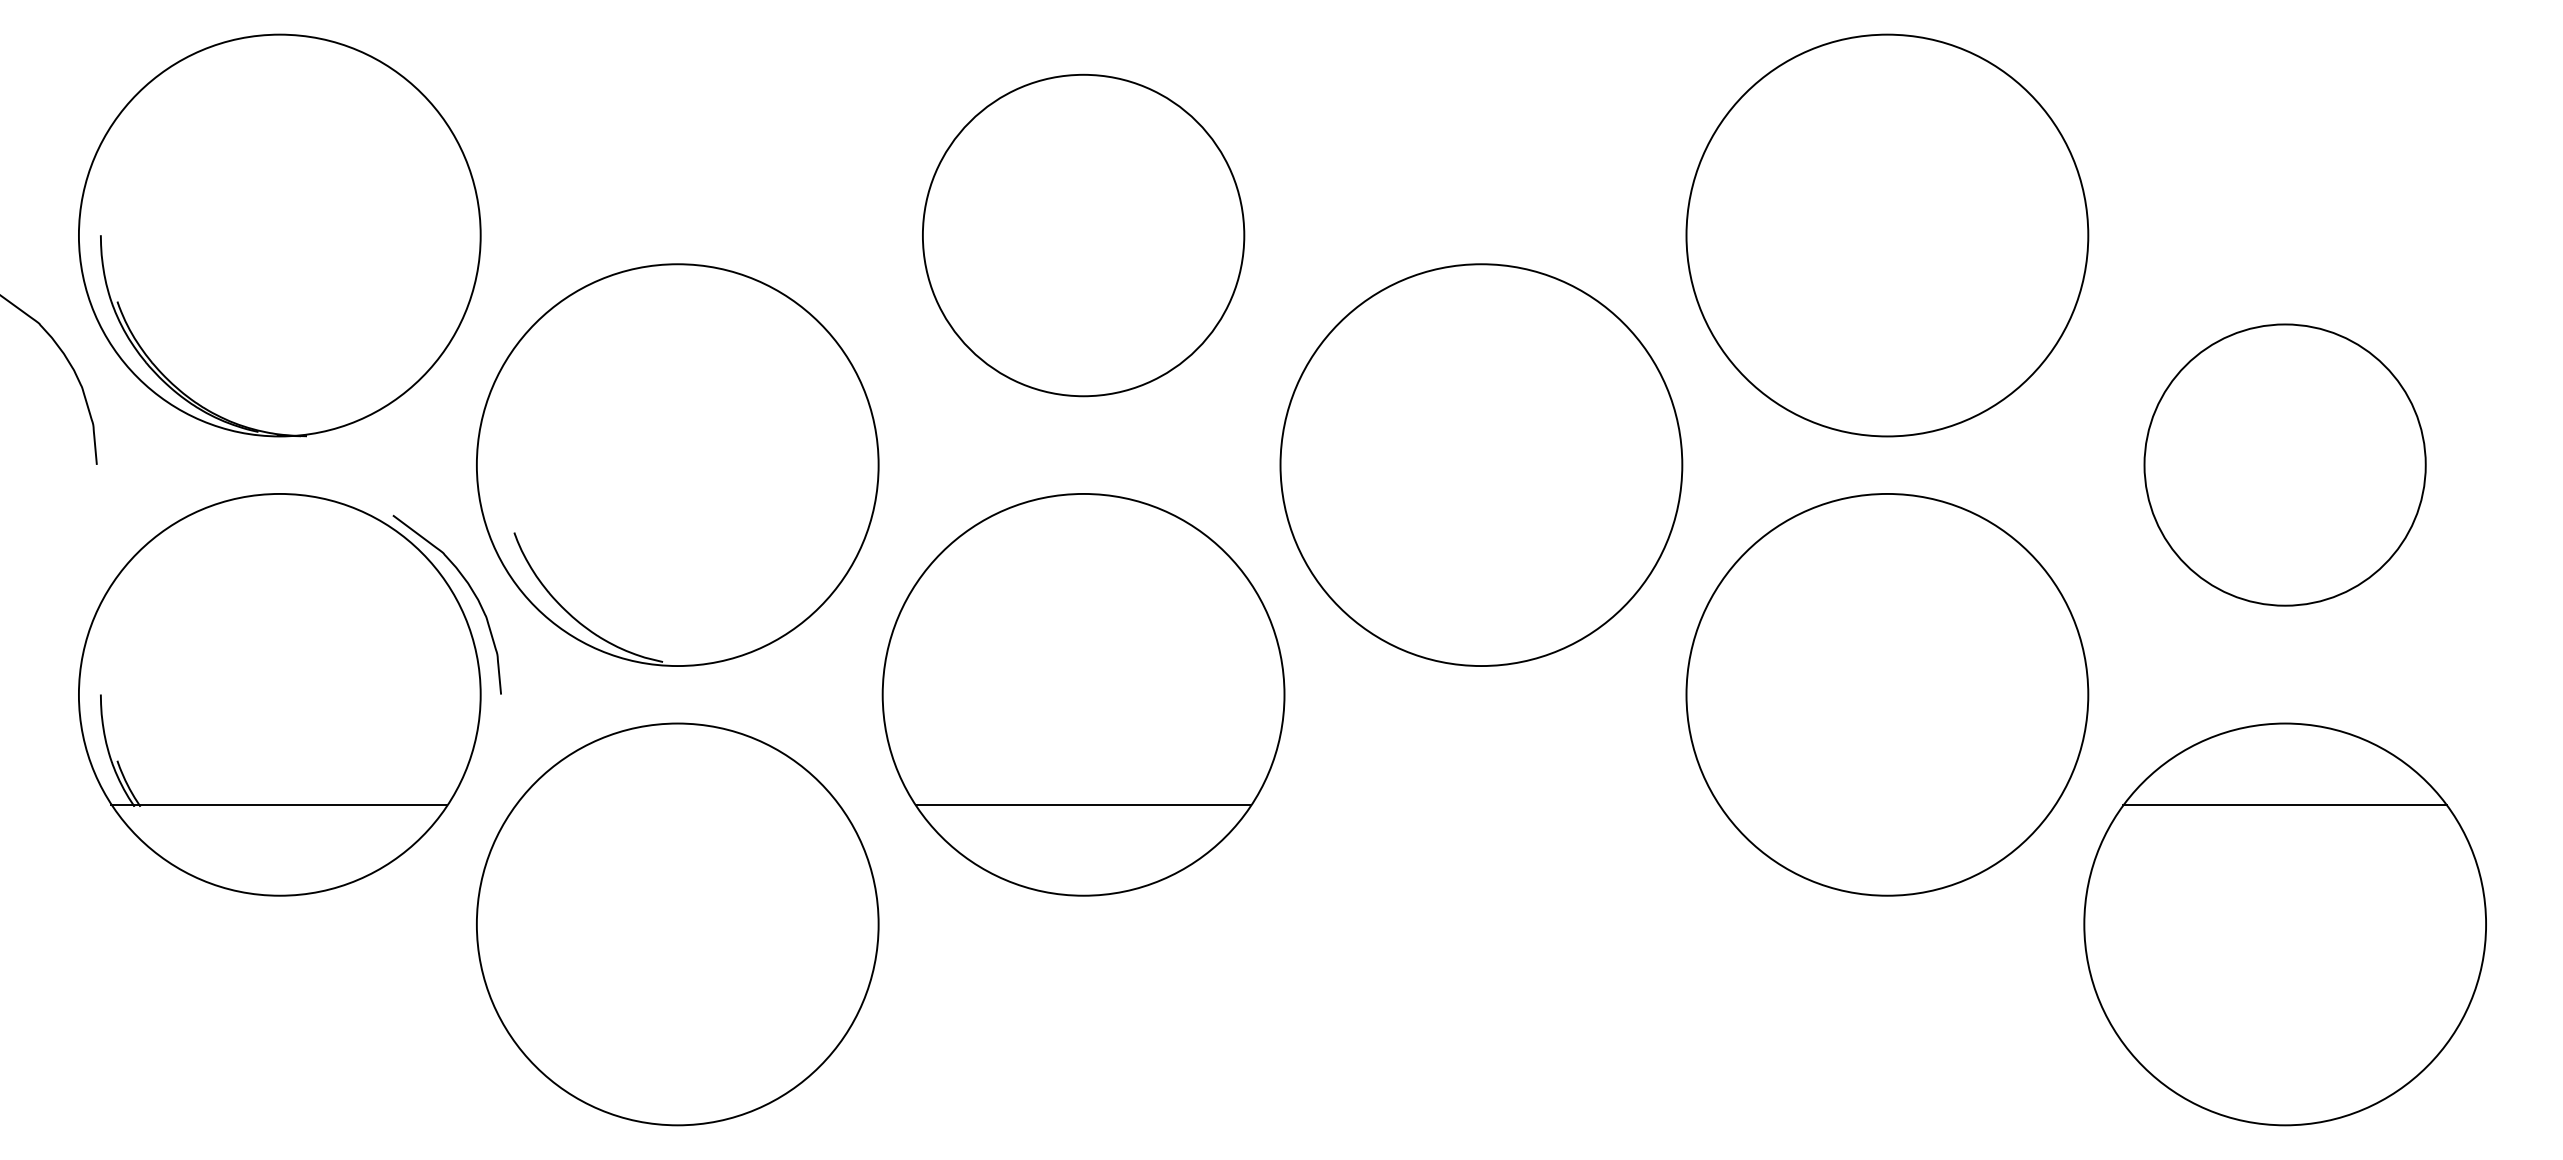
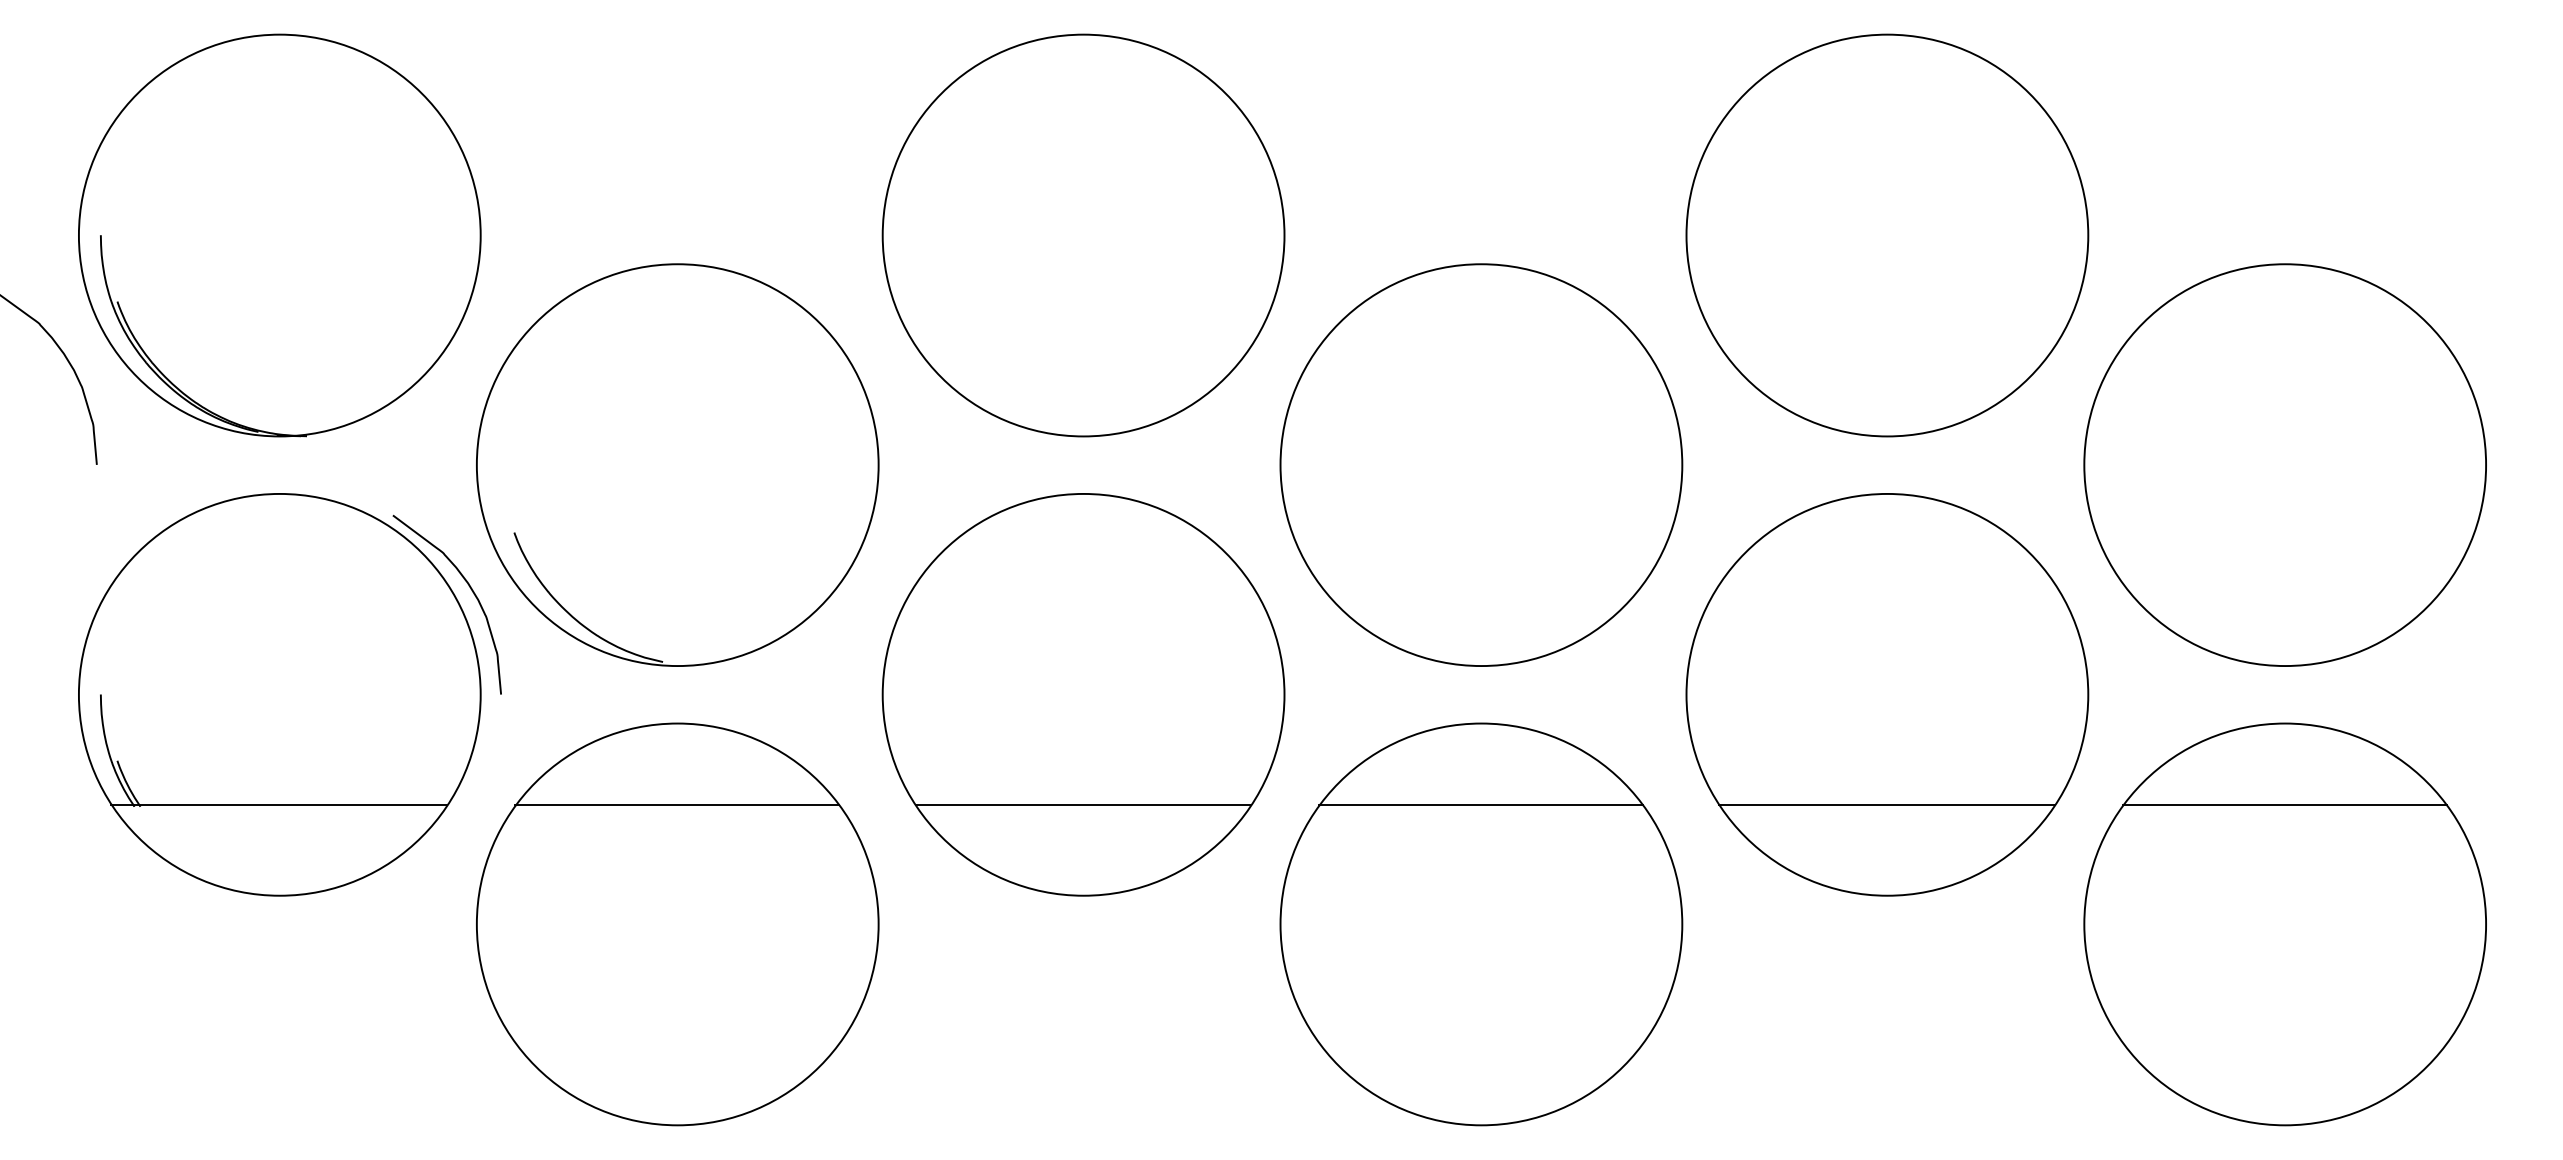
circle at (1083, 235) size: 324x325 px -> 405x405 px
circle at (2284, 464) size: 284x284 px -> 404x404 px
line at (676, 805): none -> present
line at (1886, 805): none -> present
part at (1481, 924): none -> present
